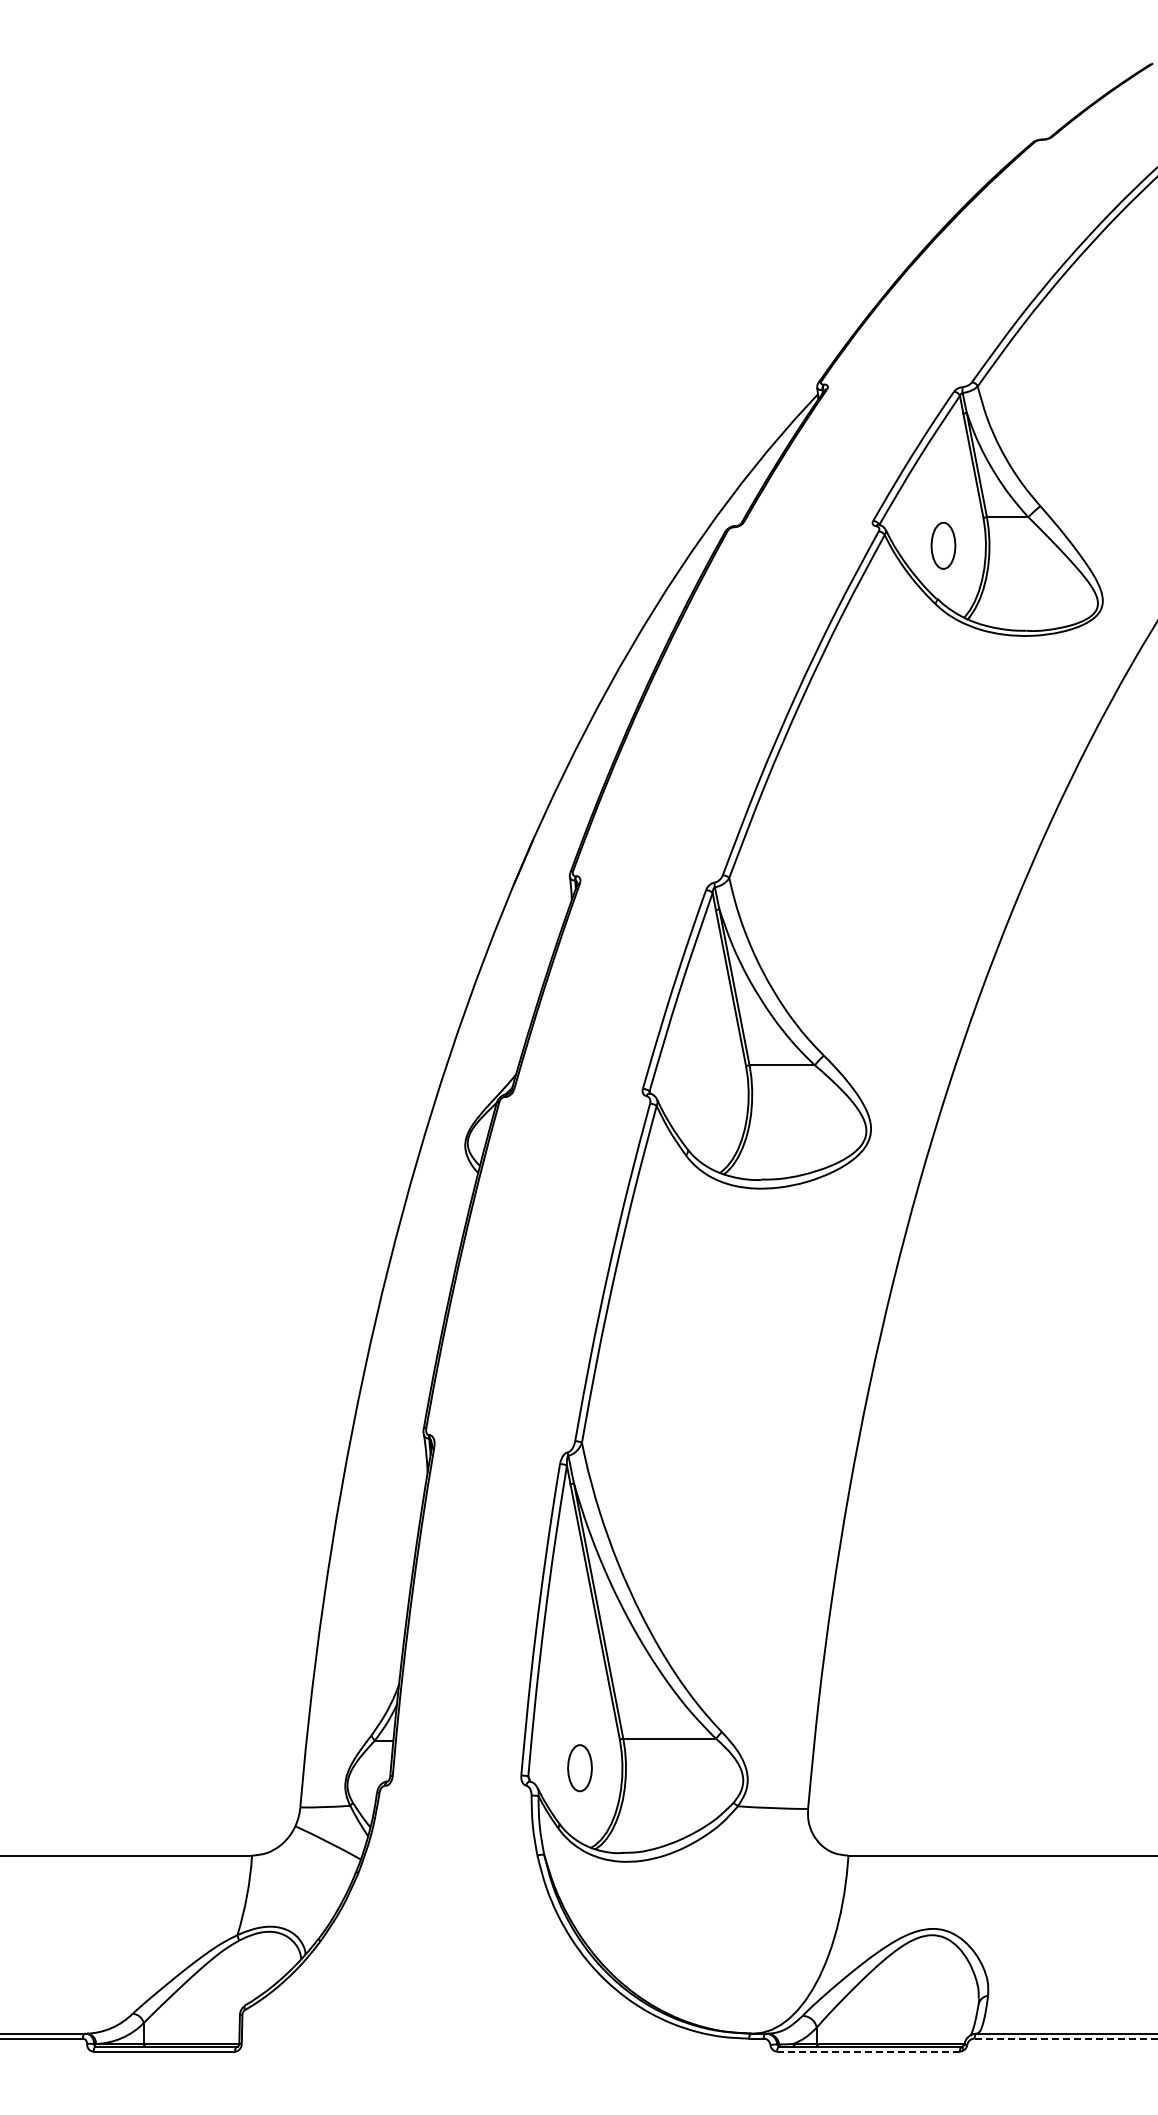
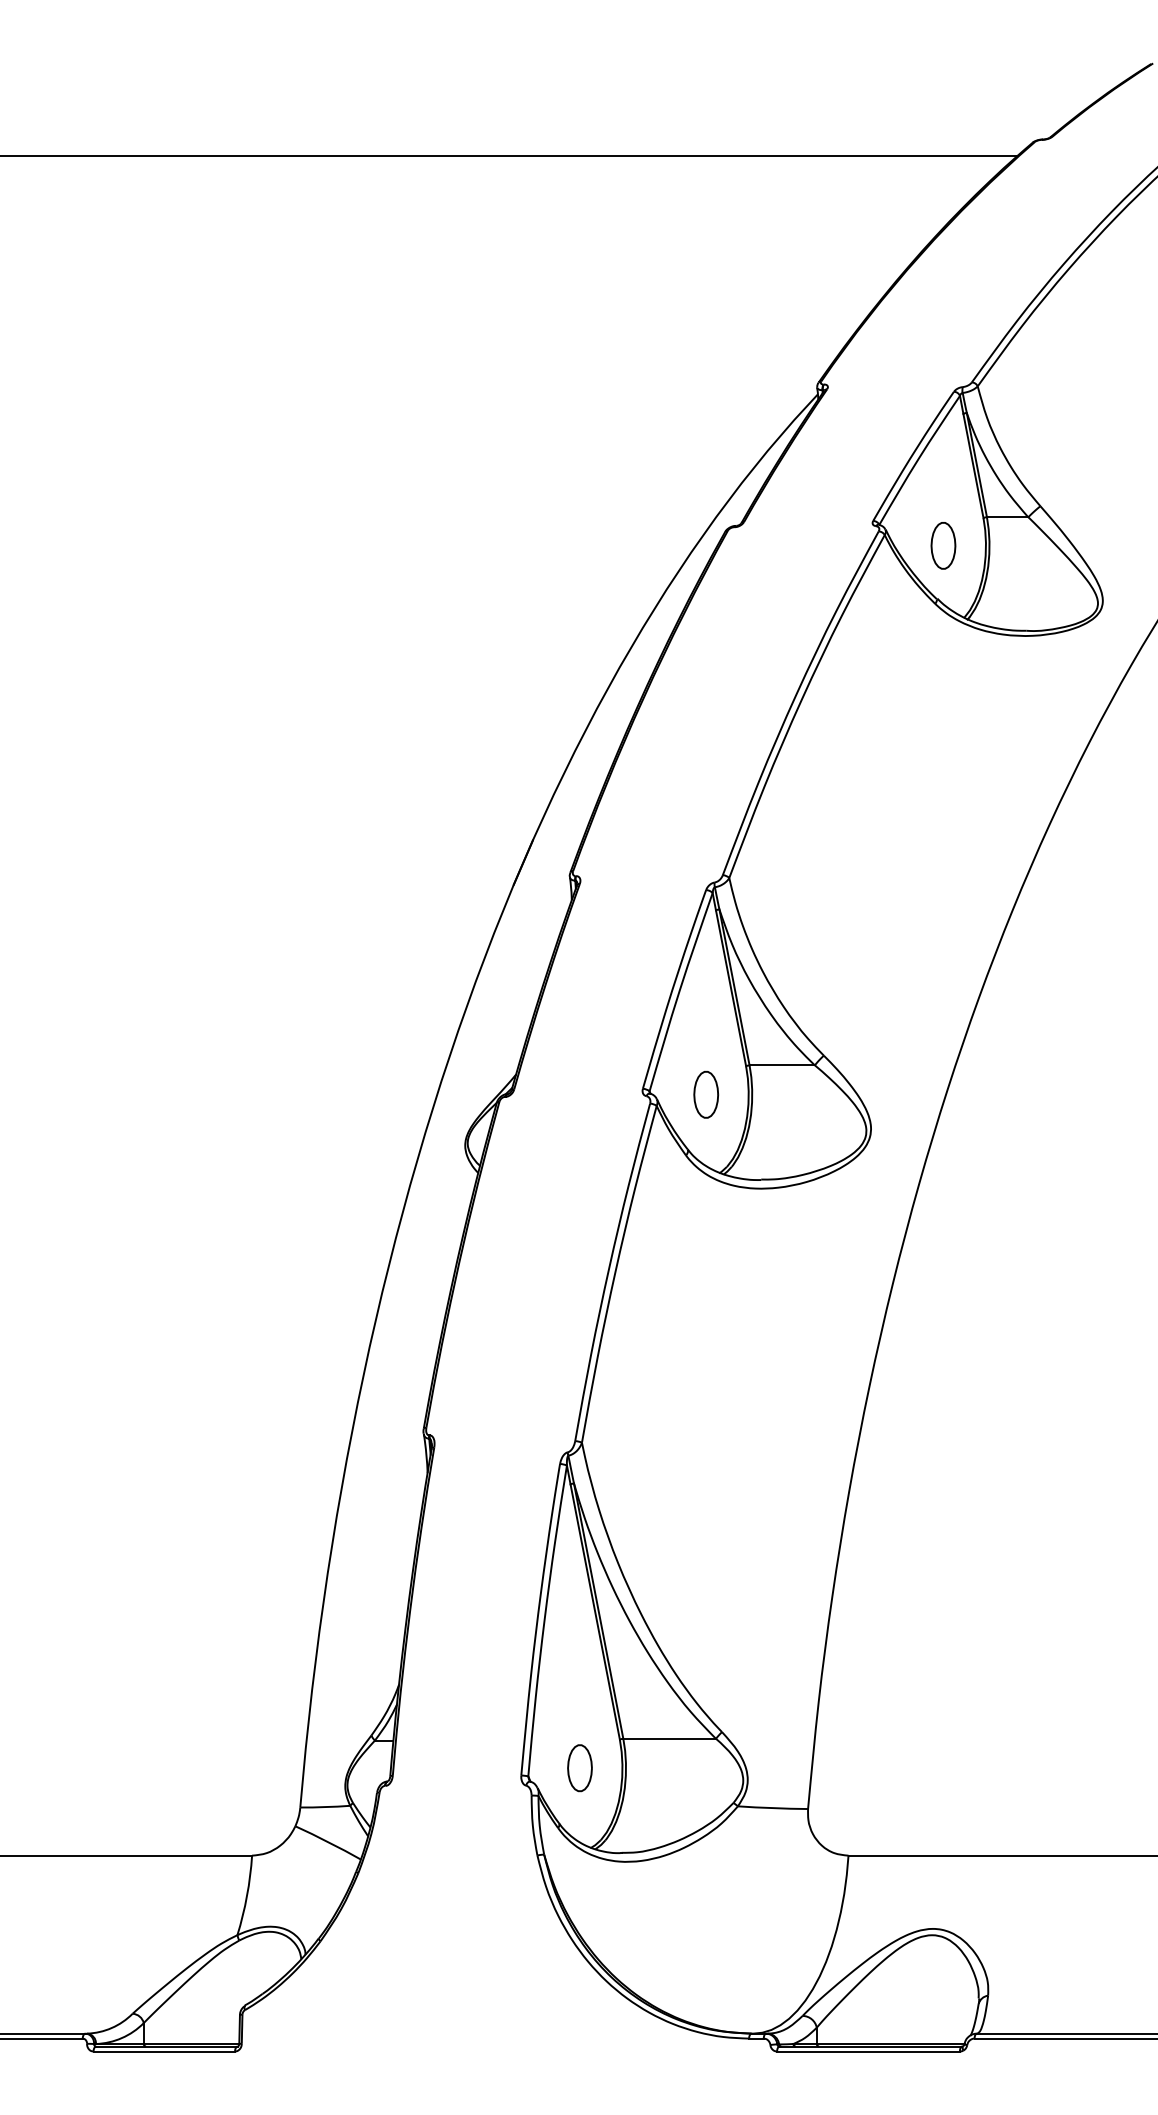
line at (509, 155): none -> present
part at (706, 1094): none -> present
line at (1066, 2038): dashed -> solid
line at (869, 2051): dashed -> solid
